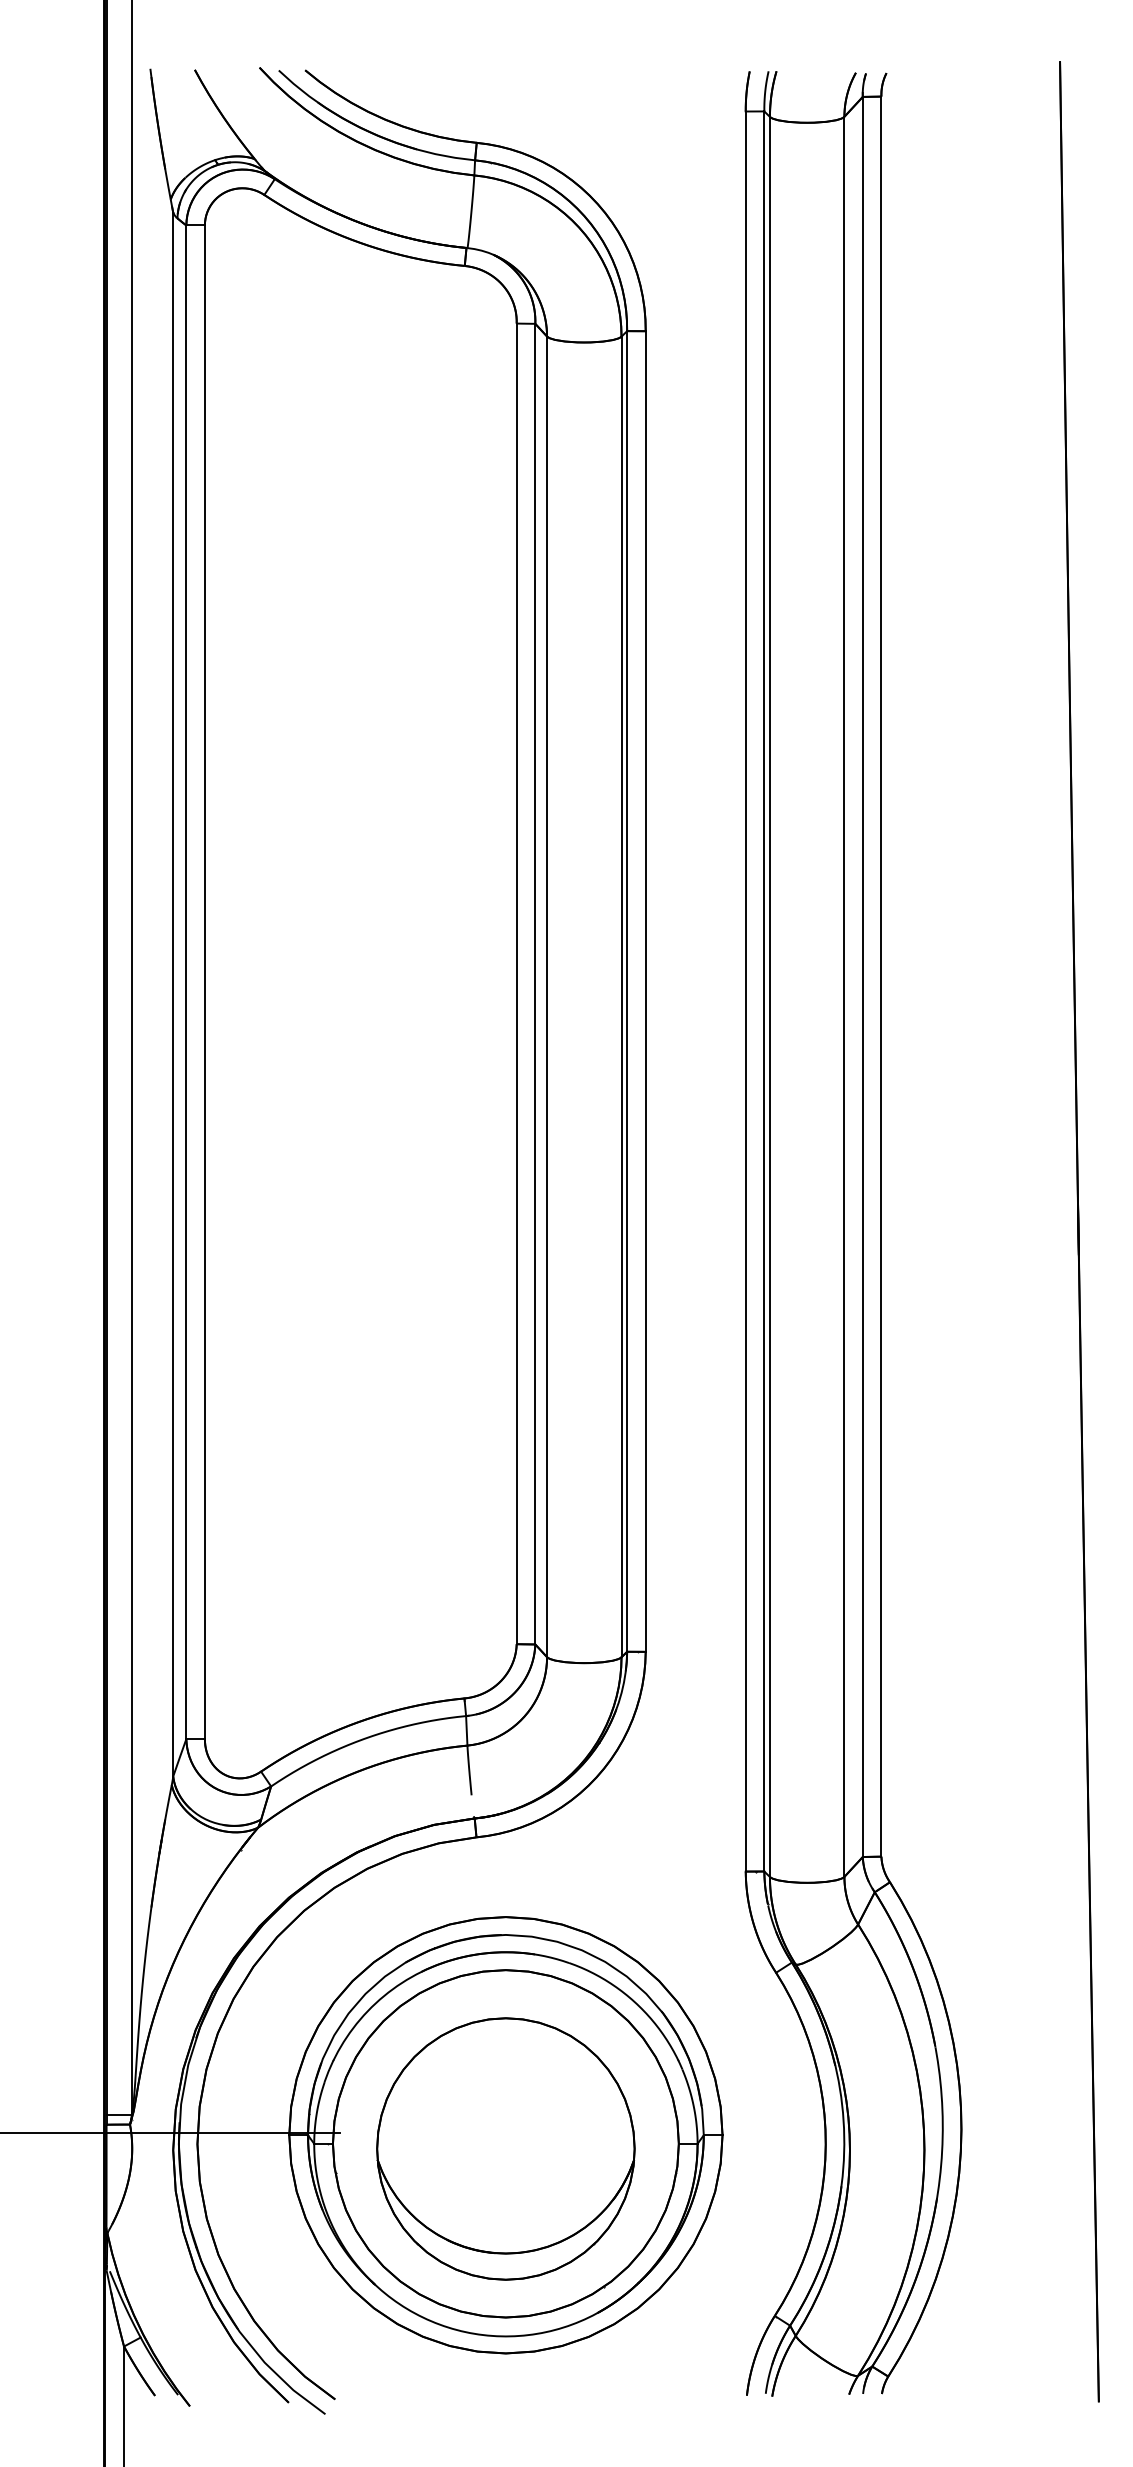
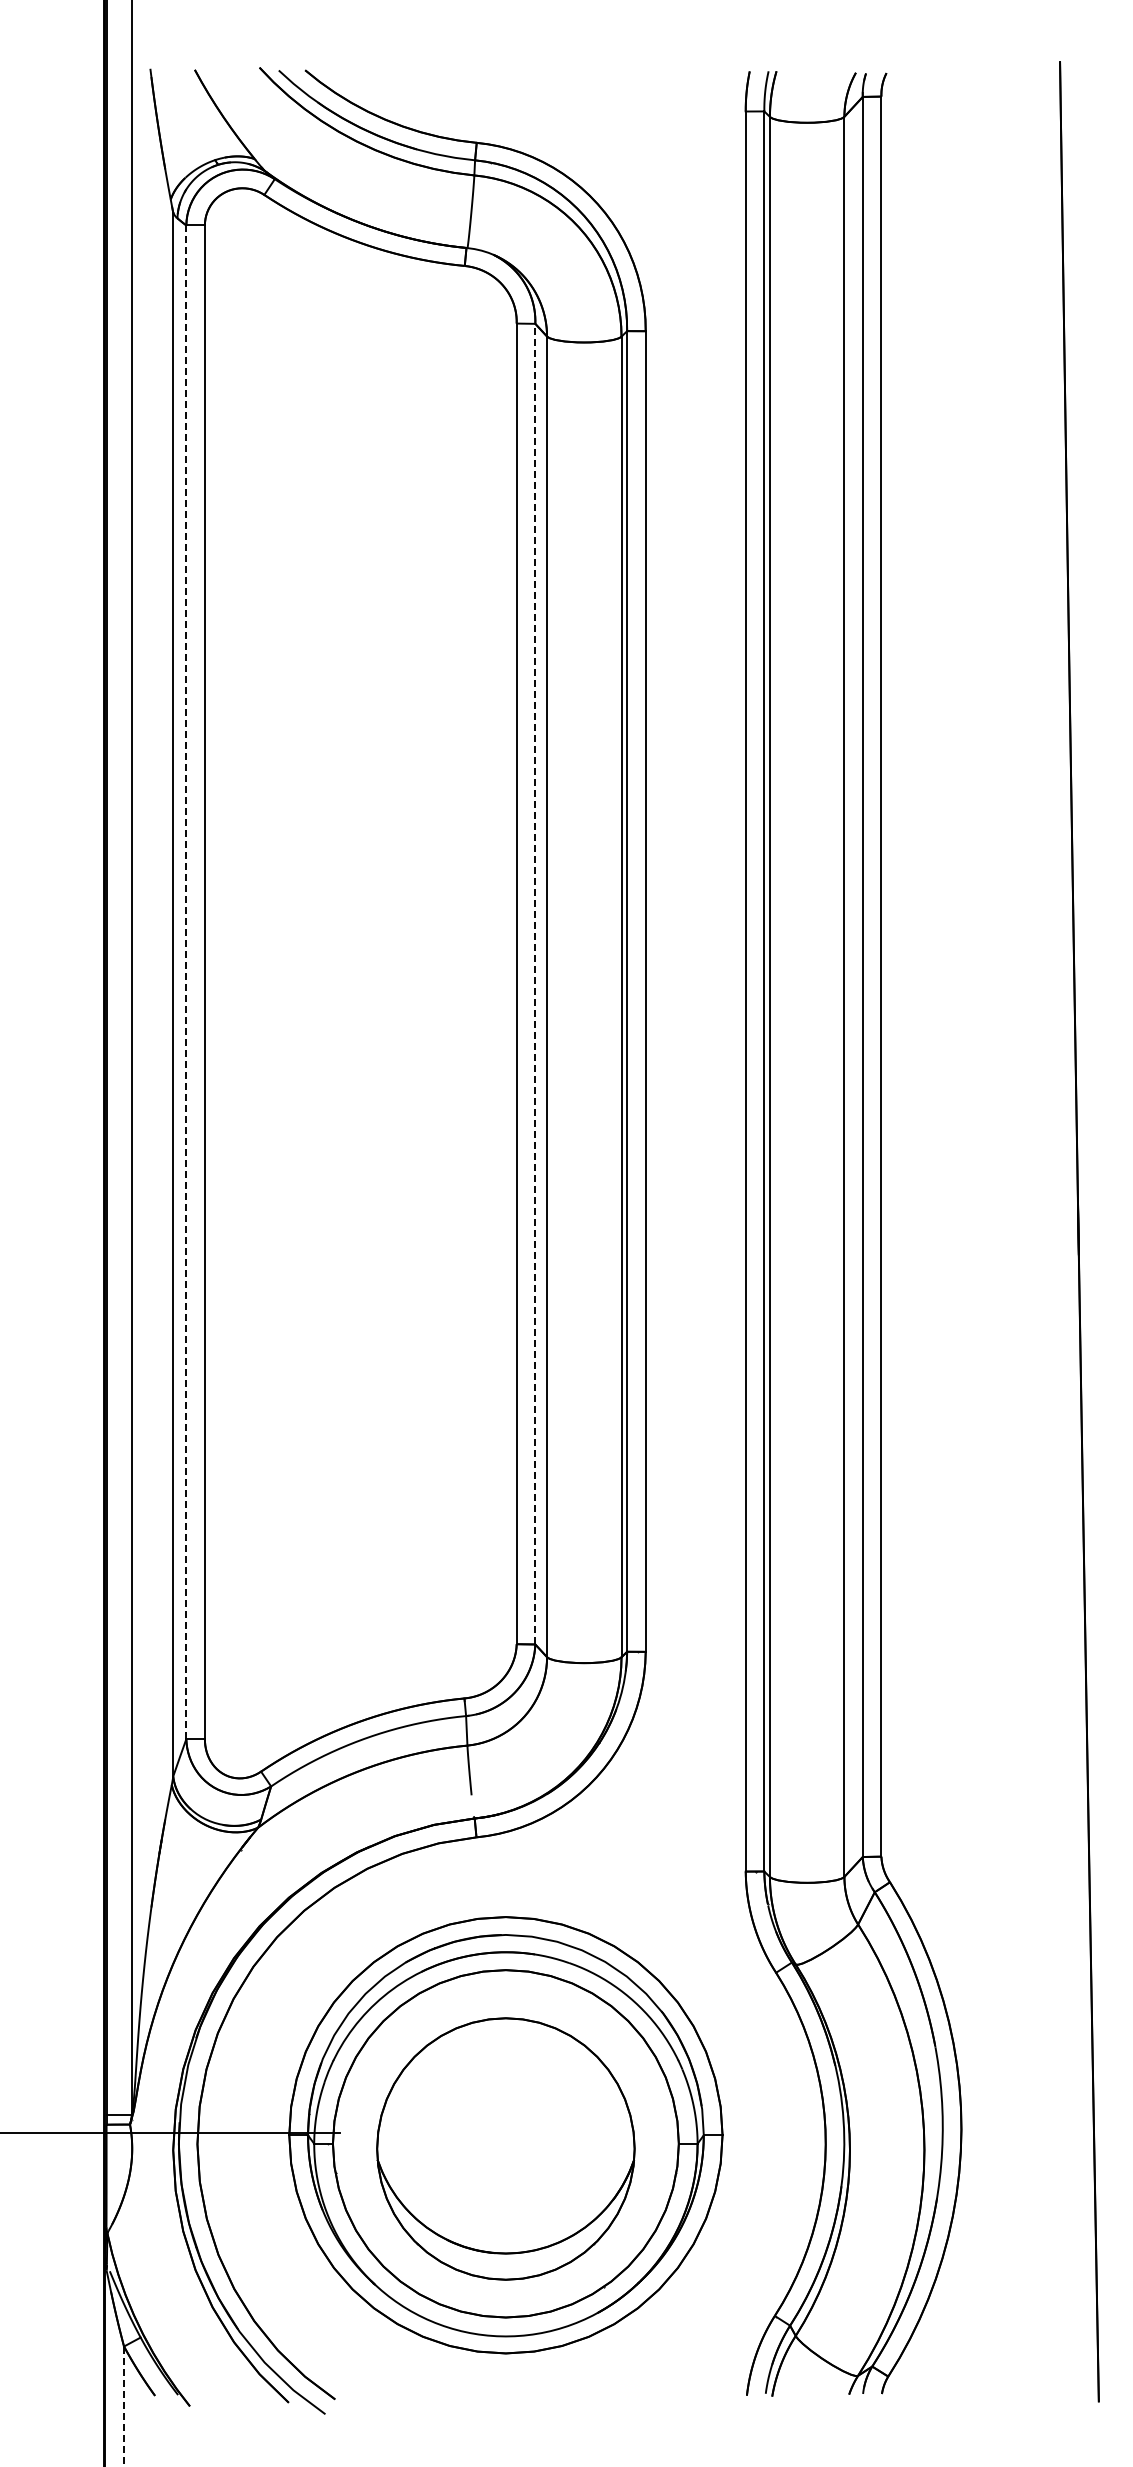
line at (186, 982): solid -> dashed
line at (535, 983): solid -> dashed
line at (124, 2406): solid -> dashed
